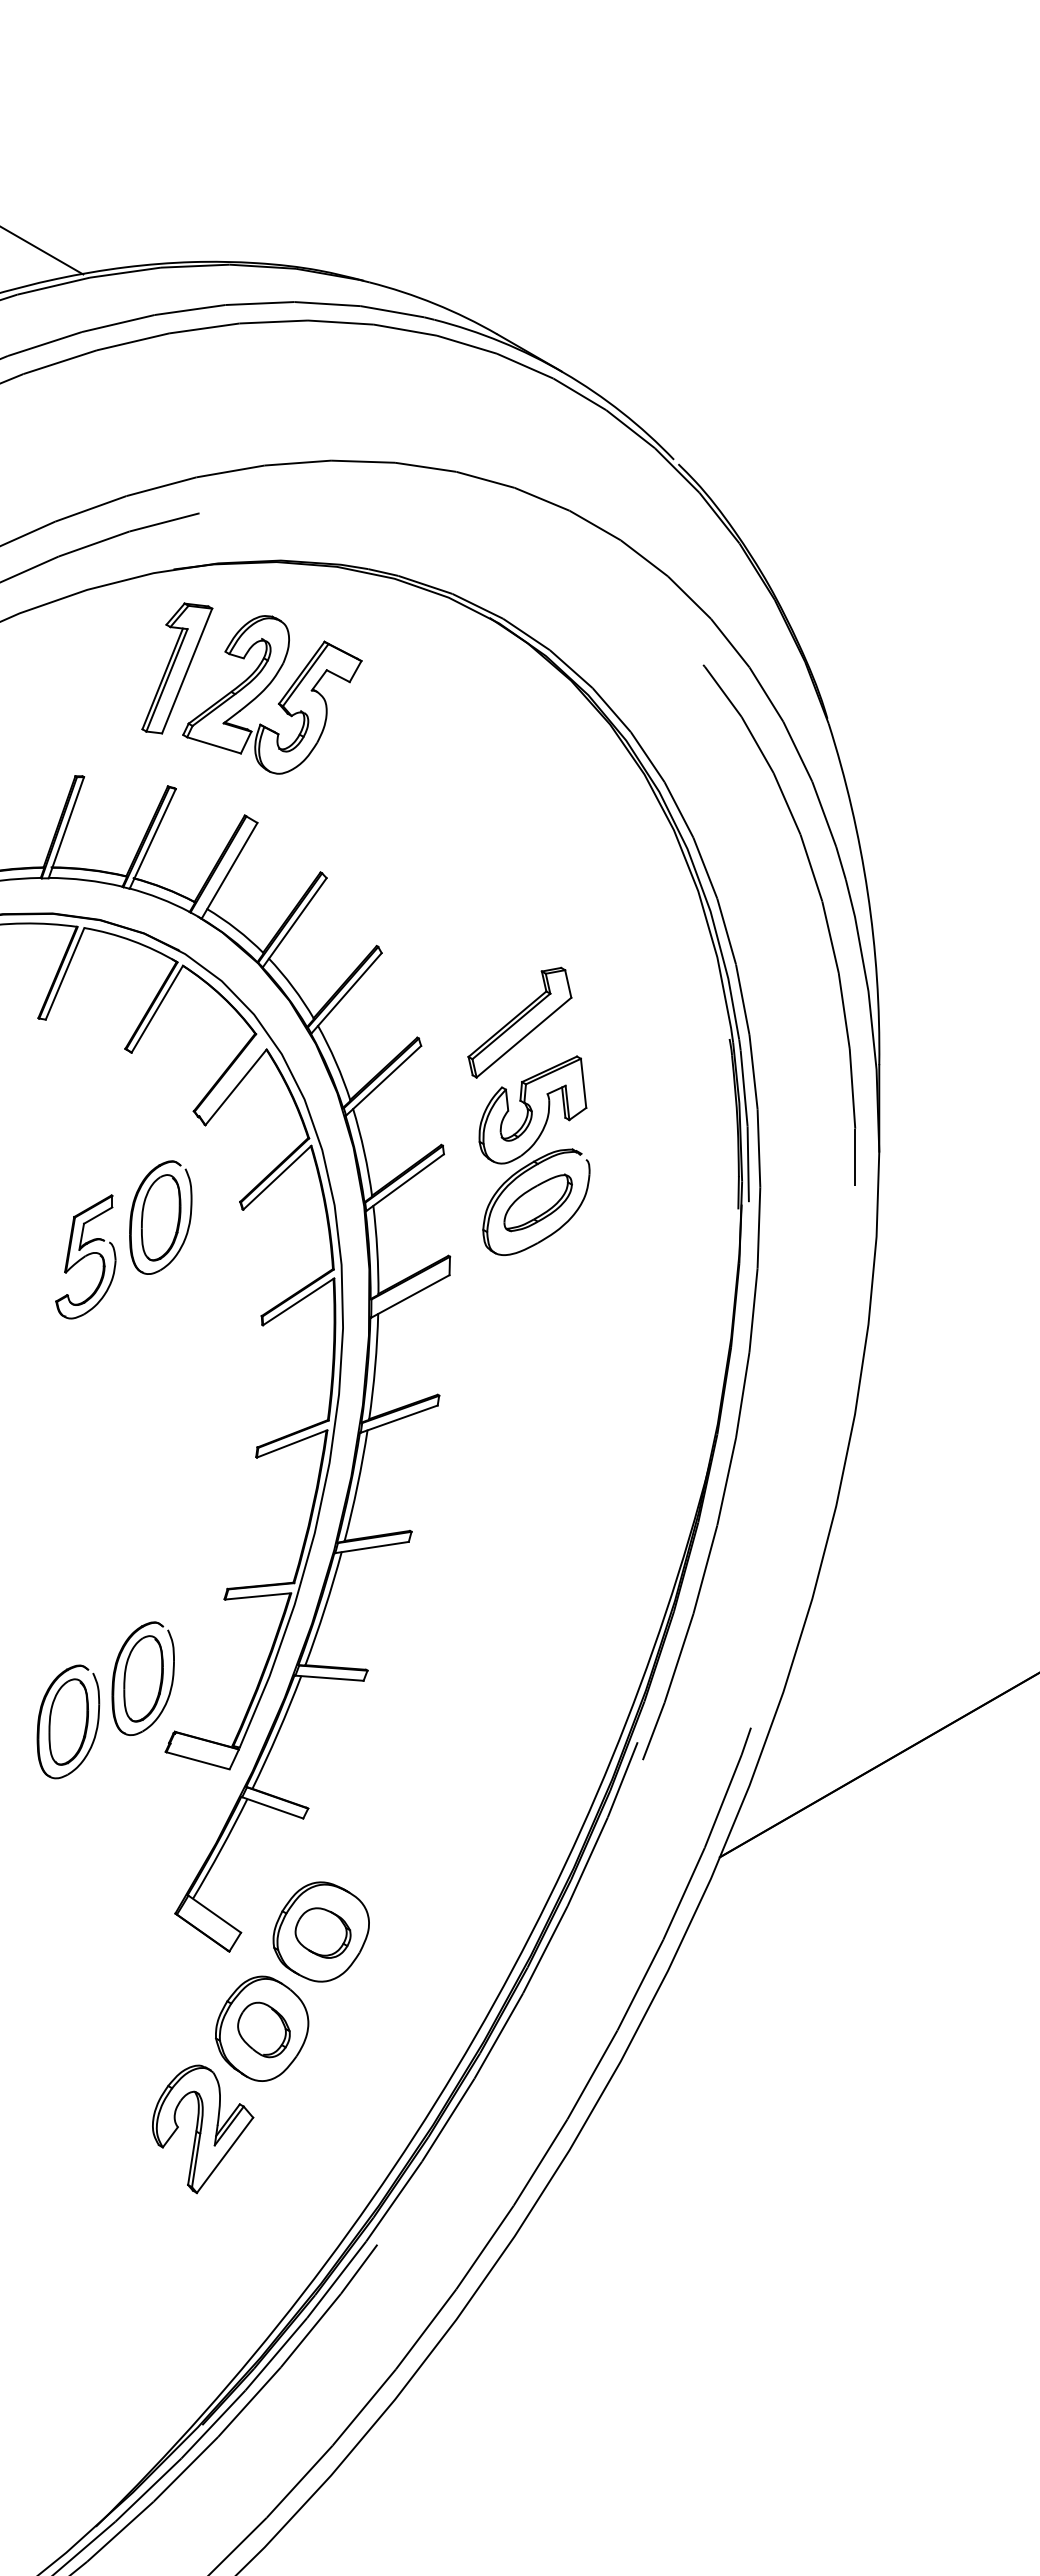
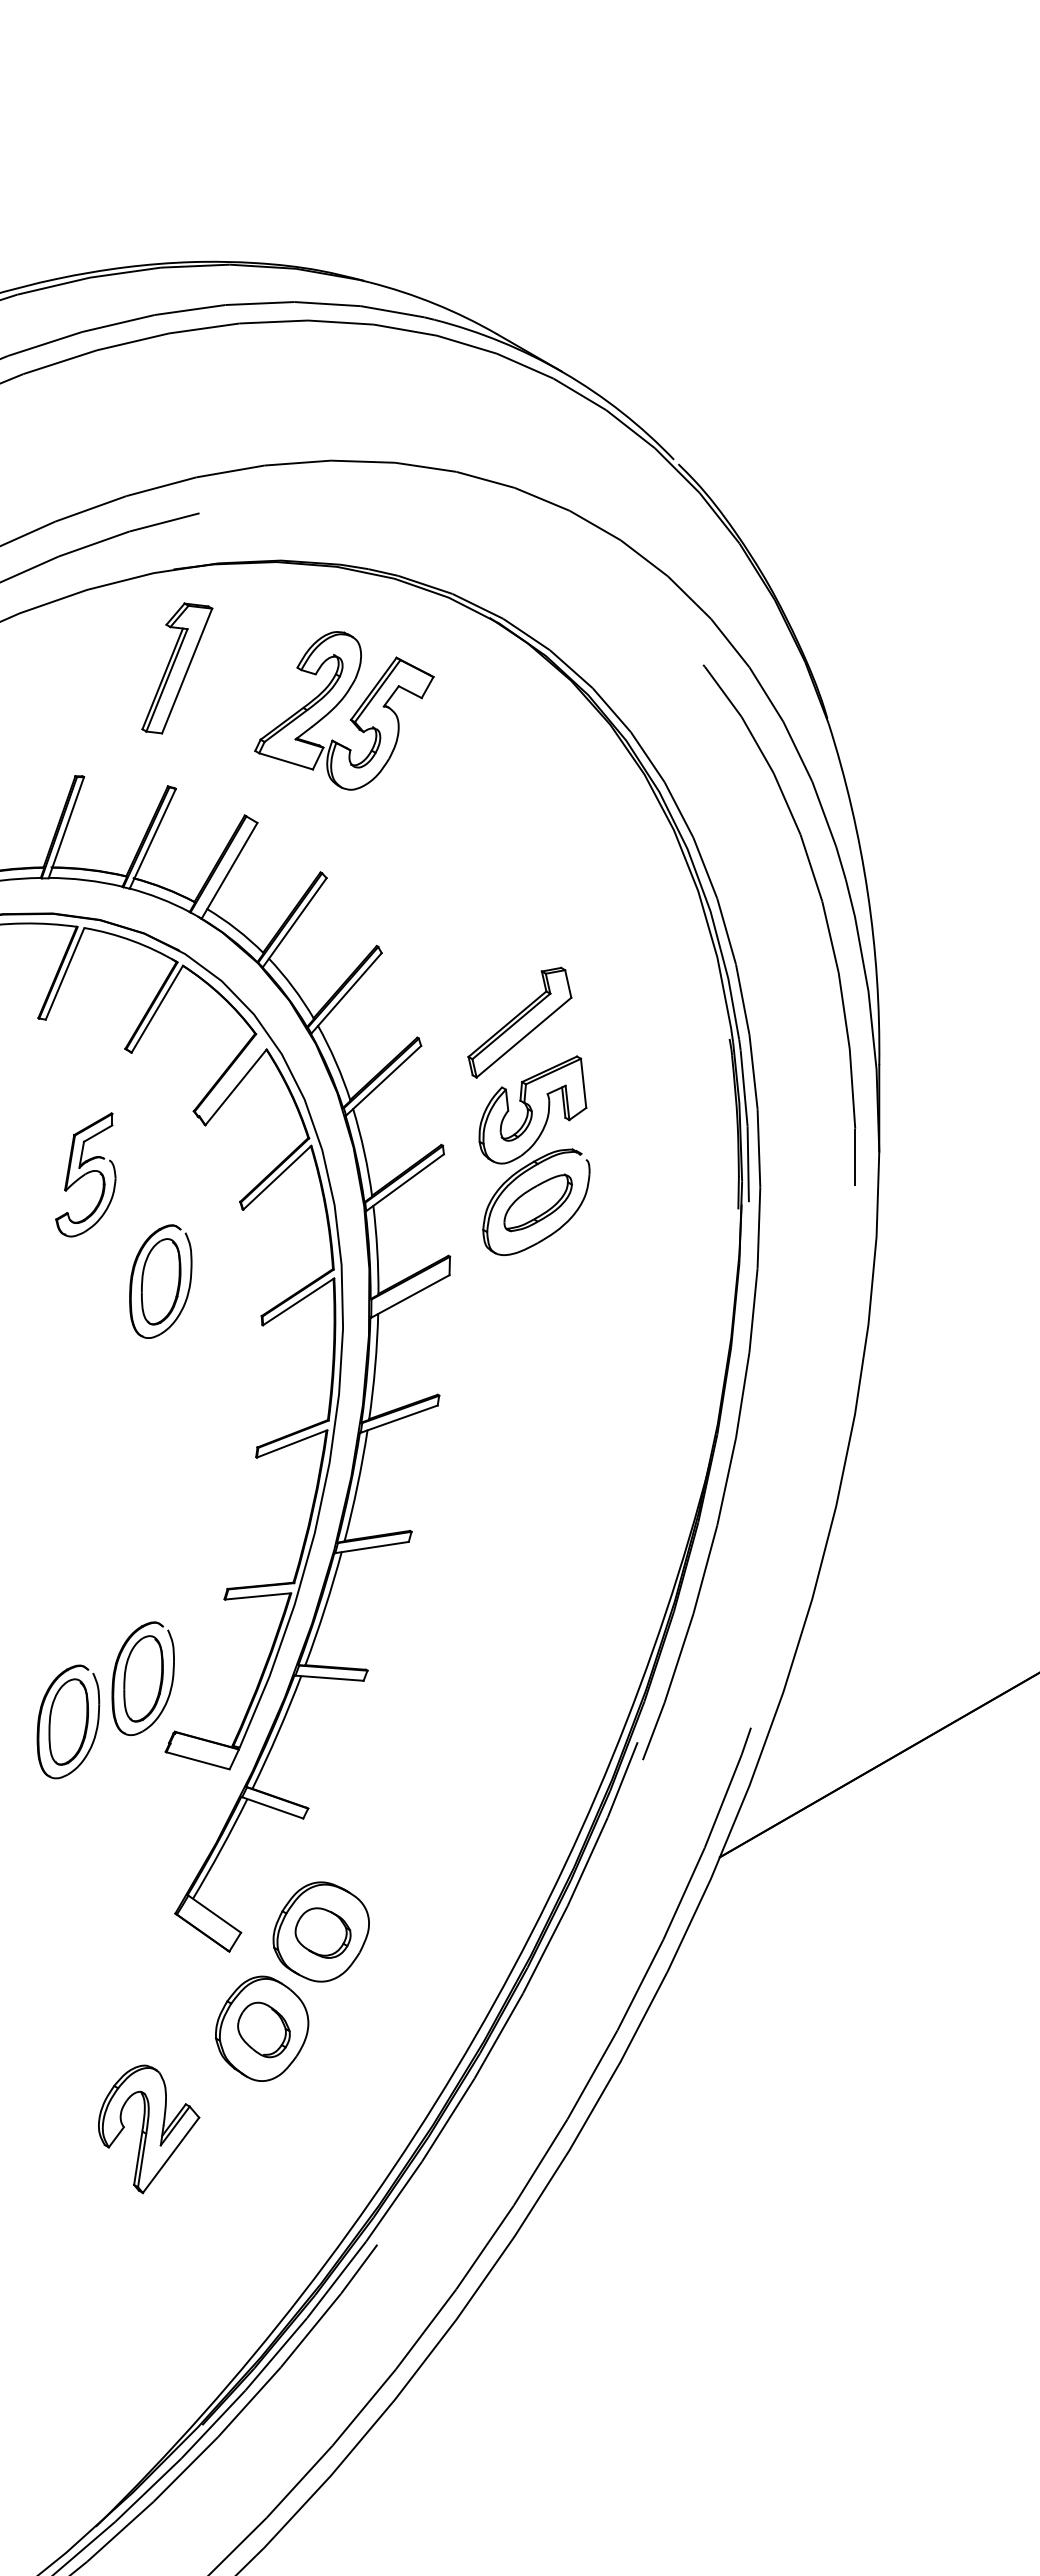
line at (42, 250): present -> none
part at (265, 690) position: (265, 690) -> (337, 706)
part at (160, 1217) position: (160, 1217) -> (160, 1281)
part at (85, 1256) position: (85, 1256) -> (85, 1174)
part at (203, 2129) position: (203, 2129) -> (149, 2129)
